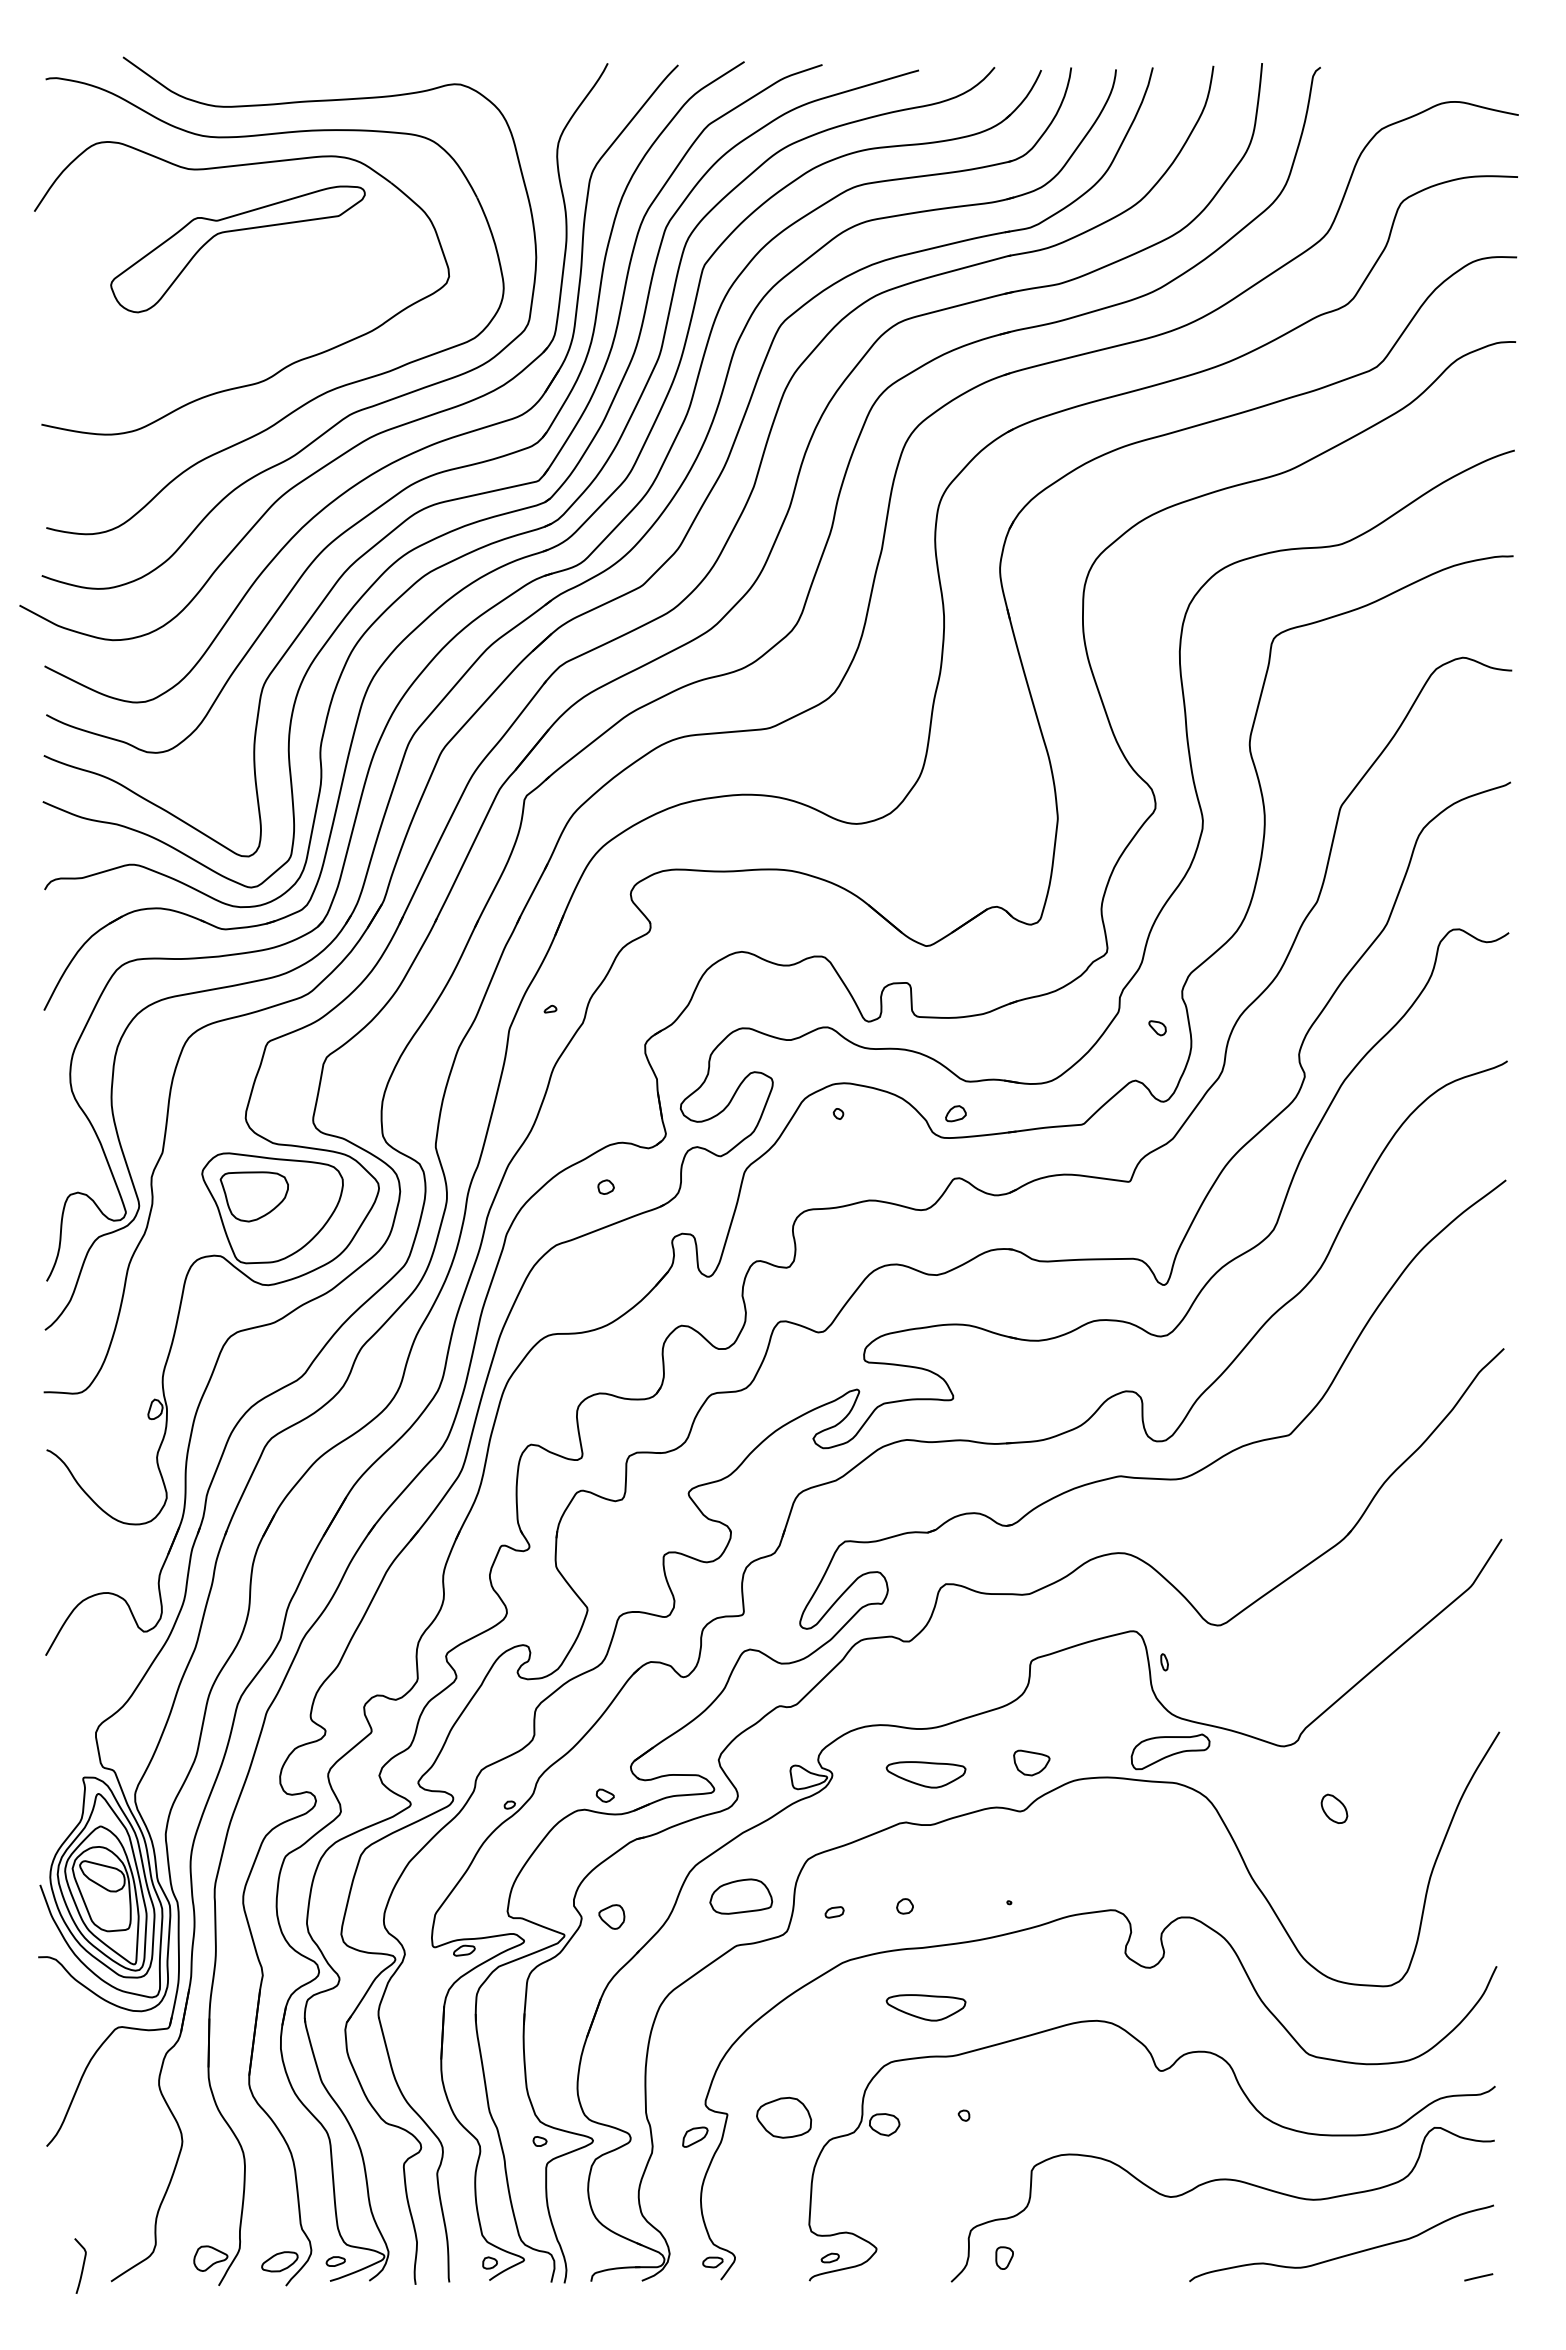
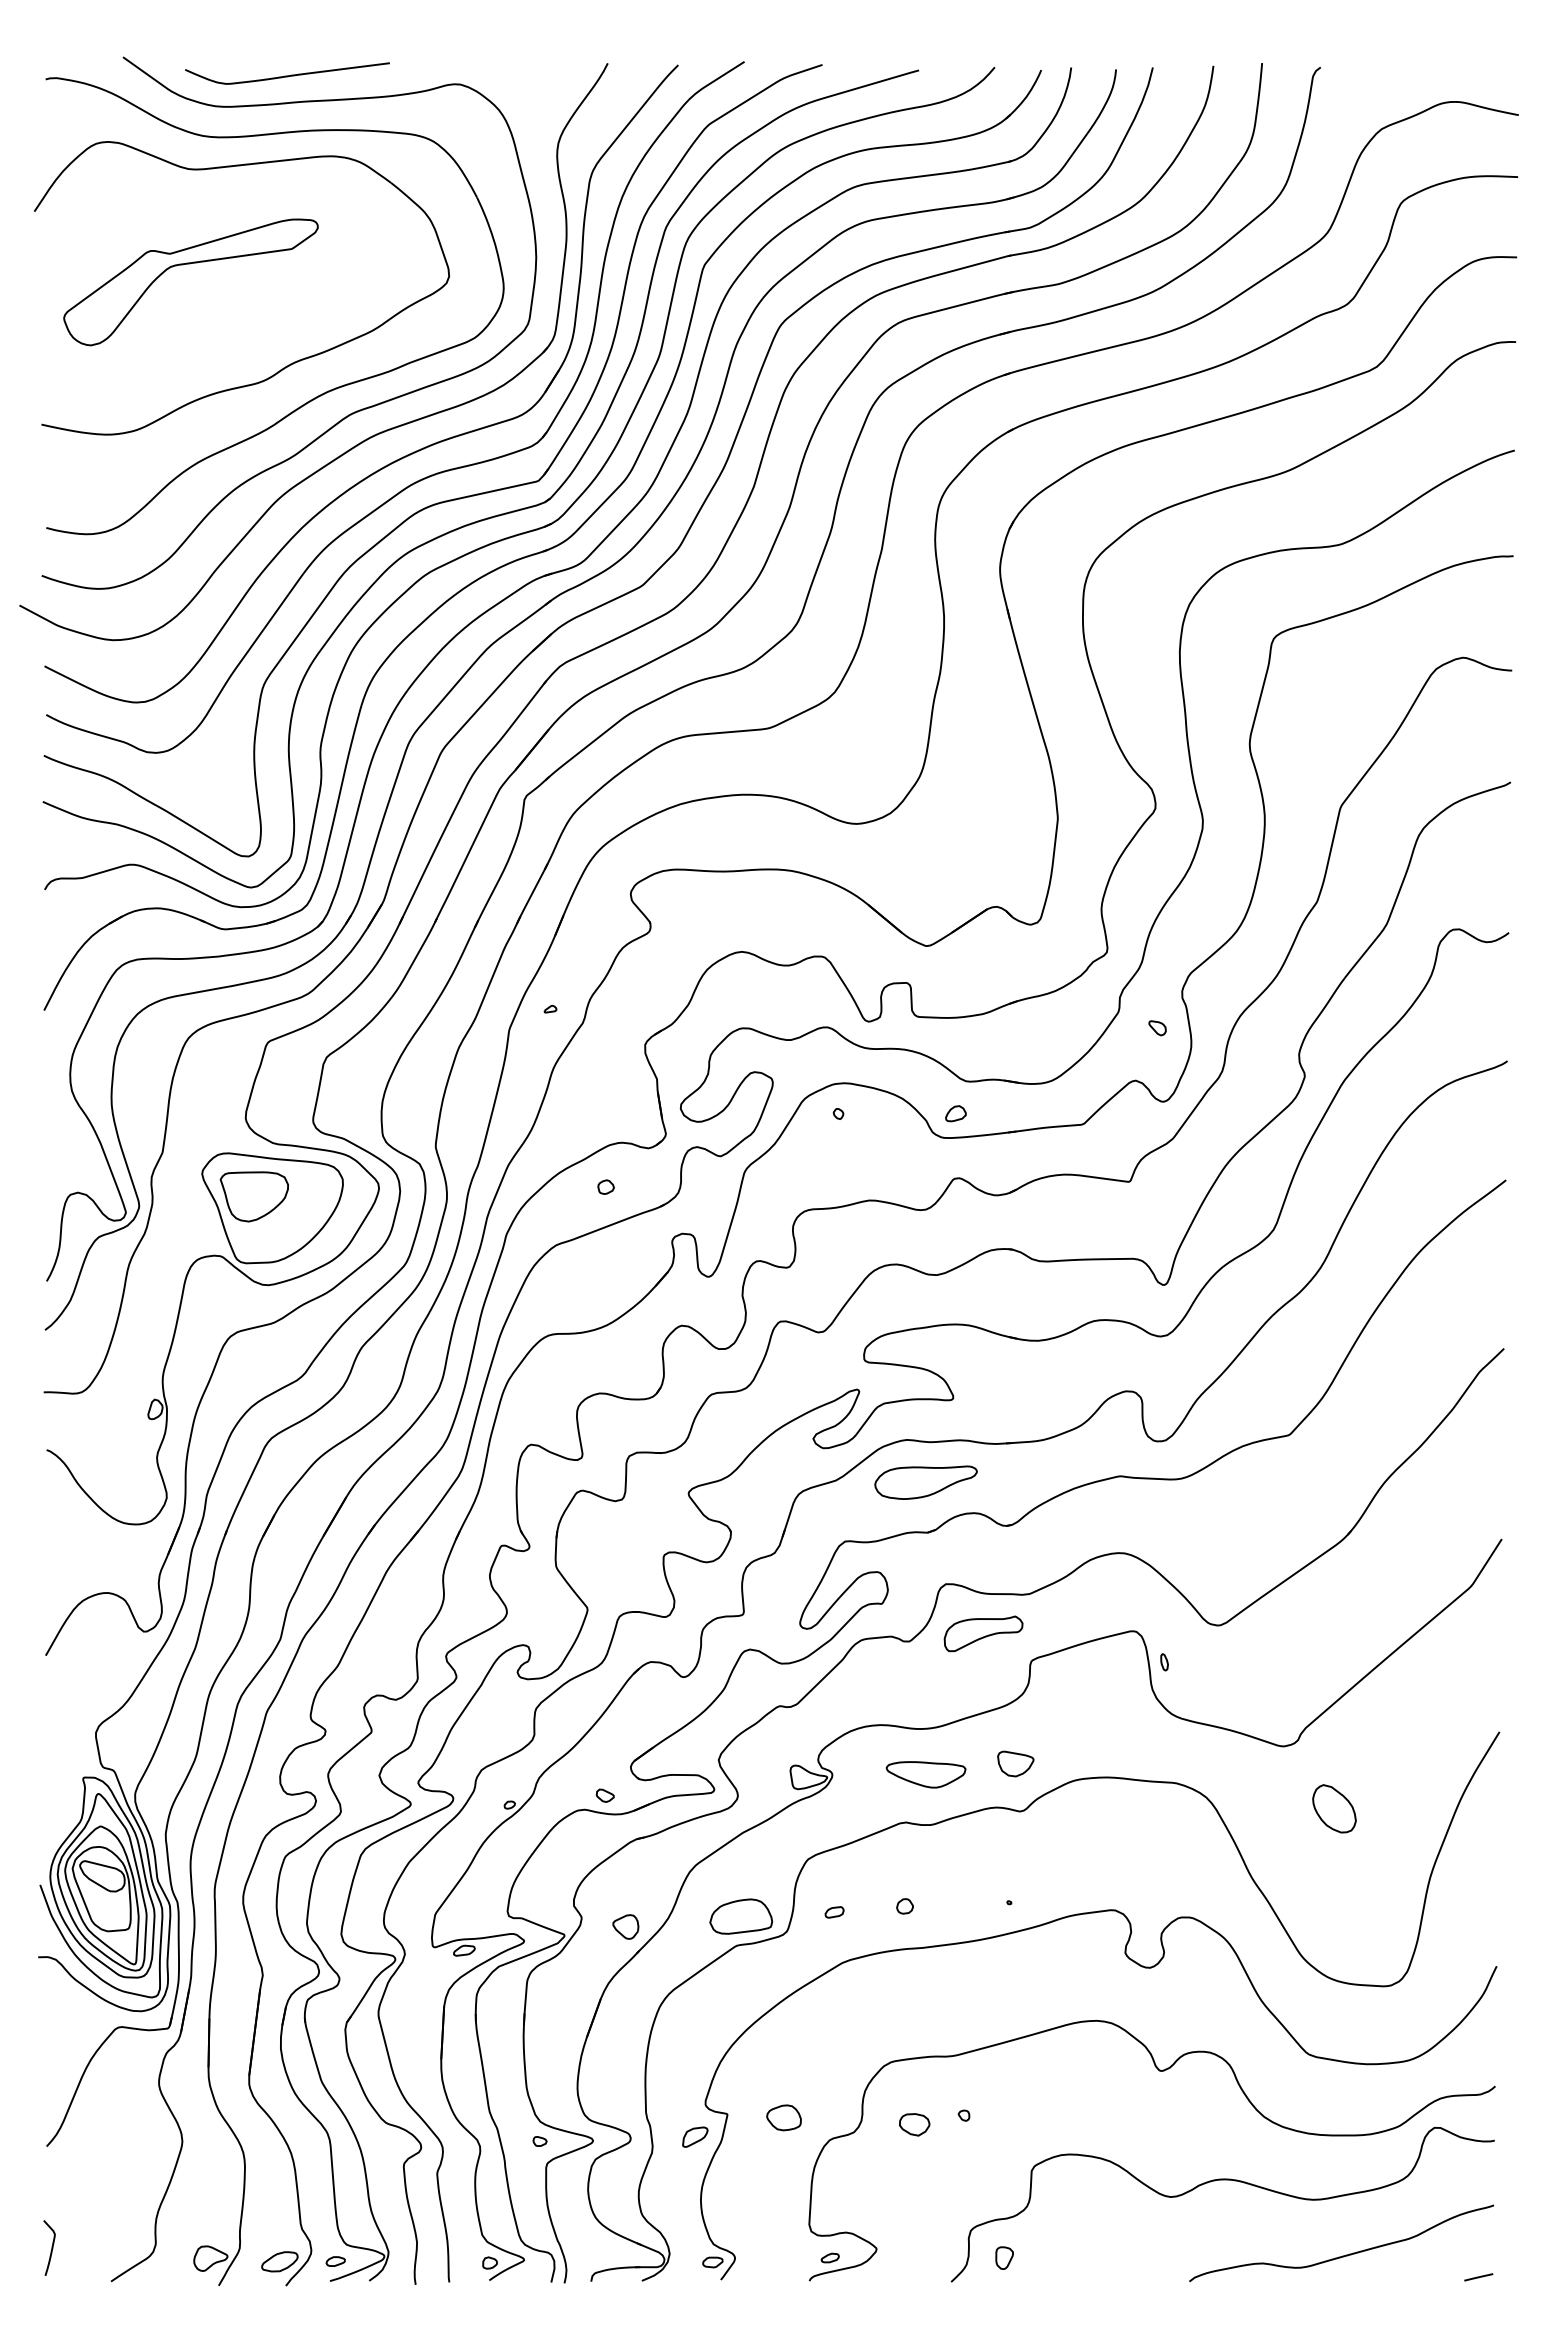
curve at (287, 75): none -> present
part at (237, 231) position: (237, 231) -> (190, 264)
part at (925, 1482): none -> present
part at (1170, 1751) position: (1170, 1751) -> (983, 1633)
part at (1031, 1762) position: (1031, 1762) -> (1015, 1763)
part at (1334, 1808) size: 29x31 px -> 45x50 px
part at (741, 1896) position: (741, 1896) -> (741, 1916)
part at (611, 1916) position: (611, 1916) -> (625, 1926)
part at (925, 2007): present -> none
part at (784, 2117) size: 57x43 px -> 36x28 px
part at (884, 2124) position: (884, 2124) -> (914, 2124)
curve at (82, 2265) position: (82, 2265) -> (51, 2247)
